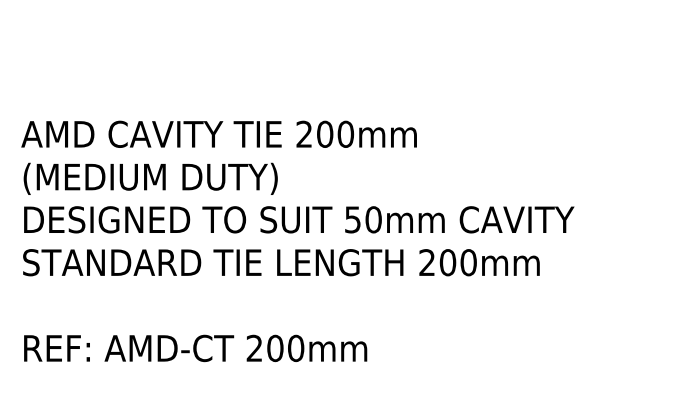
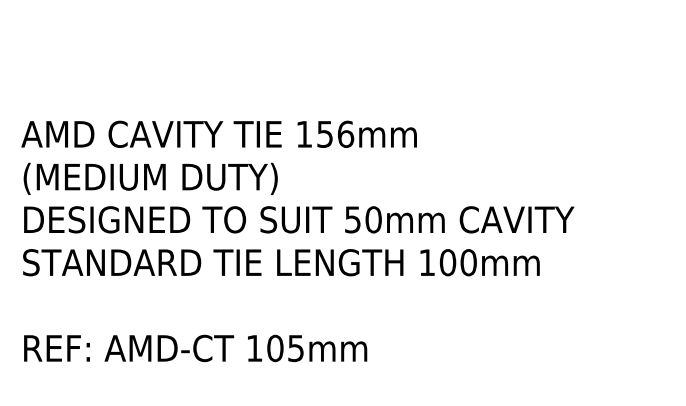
text at (325, 133): 200mm -> 156mm
text at (426, 262): 200mm -> 100mm
text at (275, 348): 200mm -> 105mm
